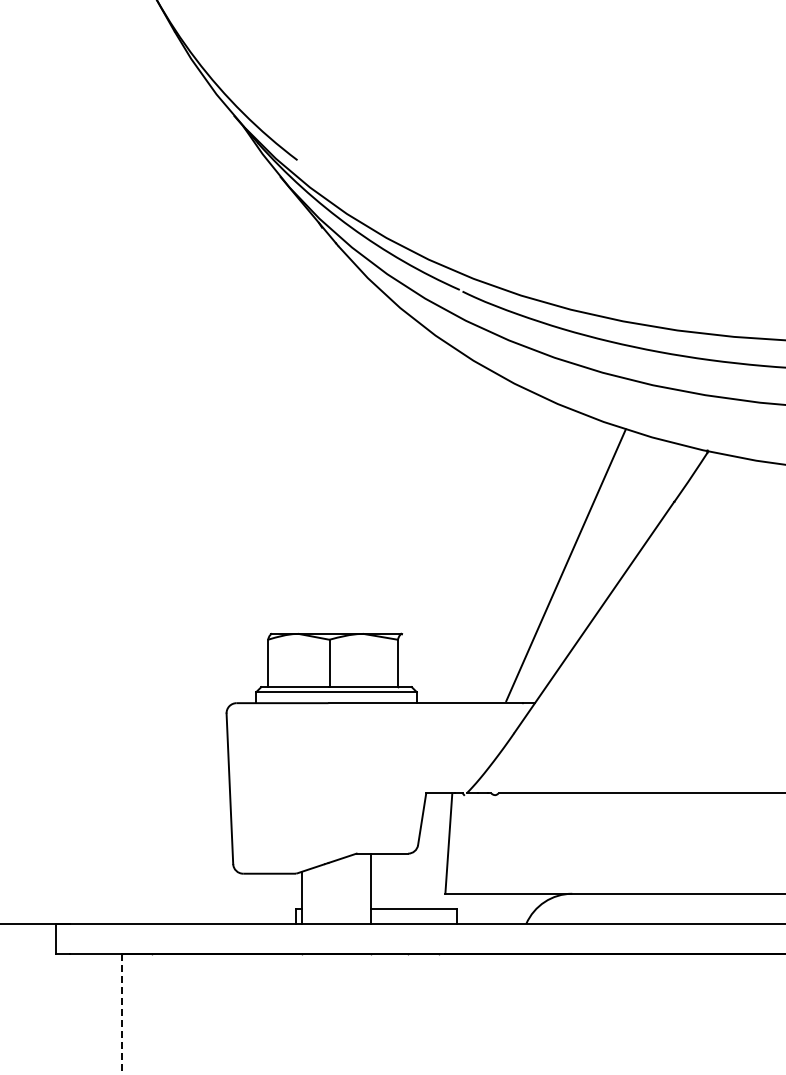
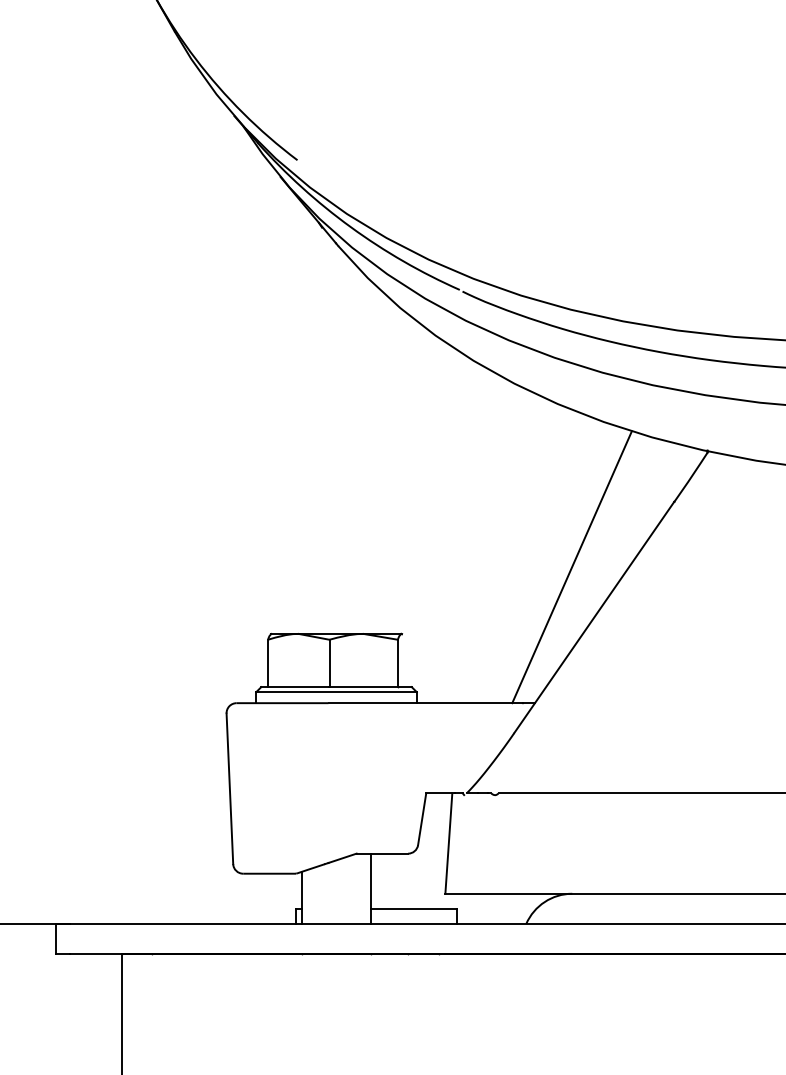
line at (565, 565) position: (565, 565) -> (571, 567)
line at (122, 1014): dashed -> solid
